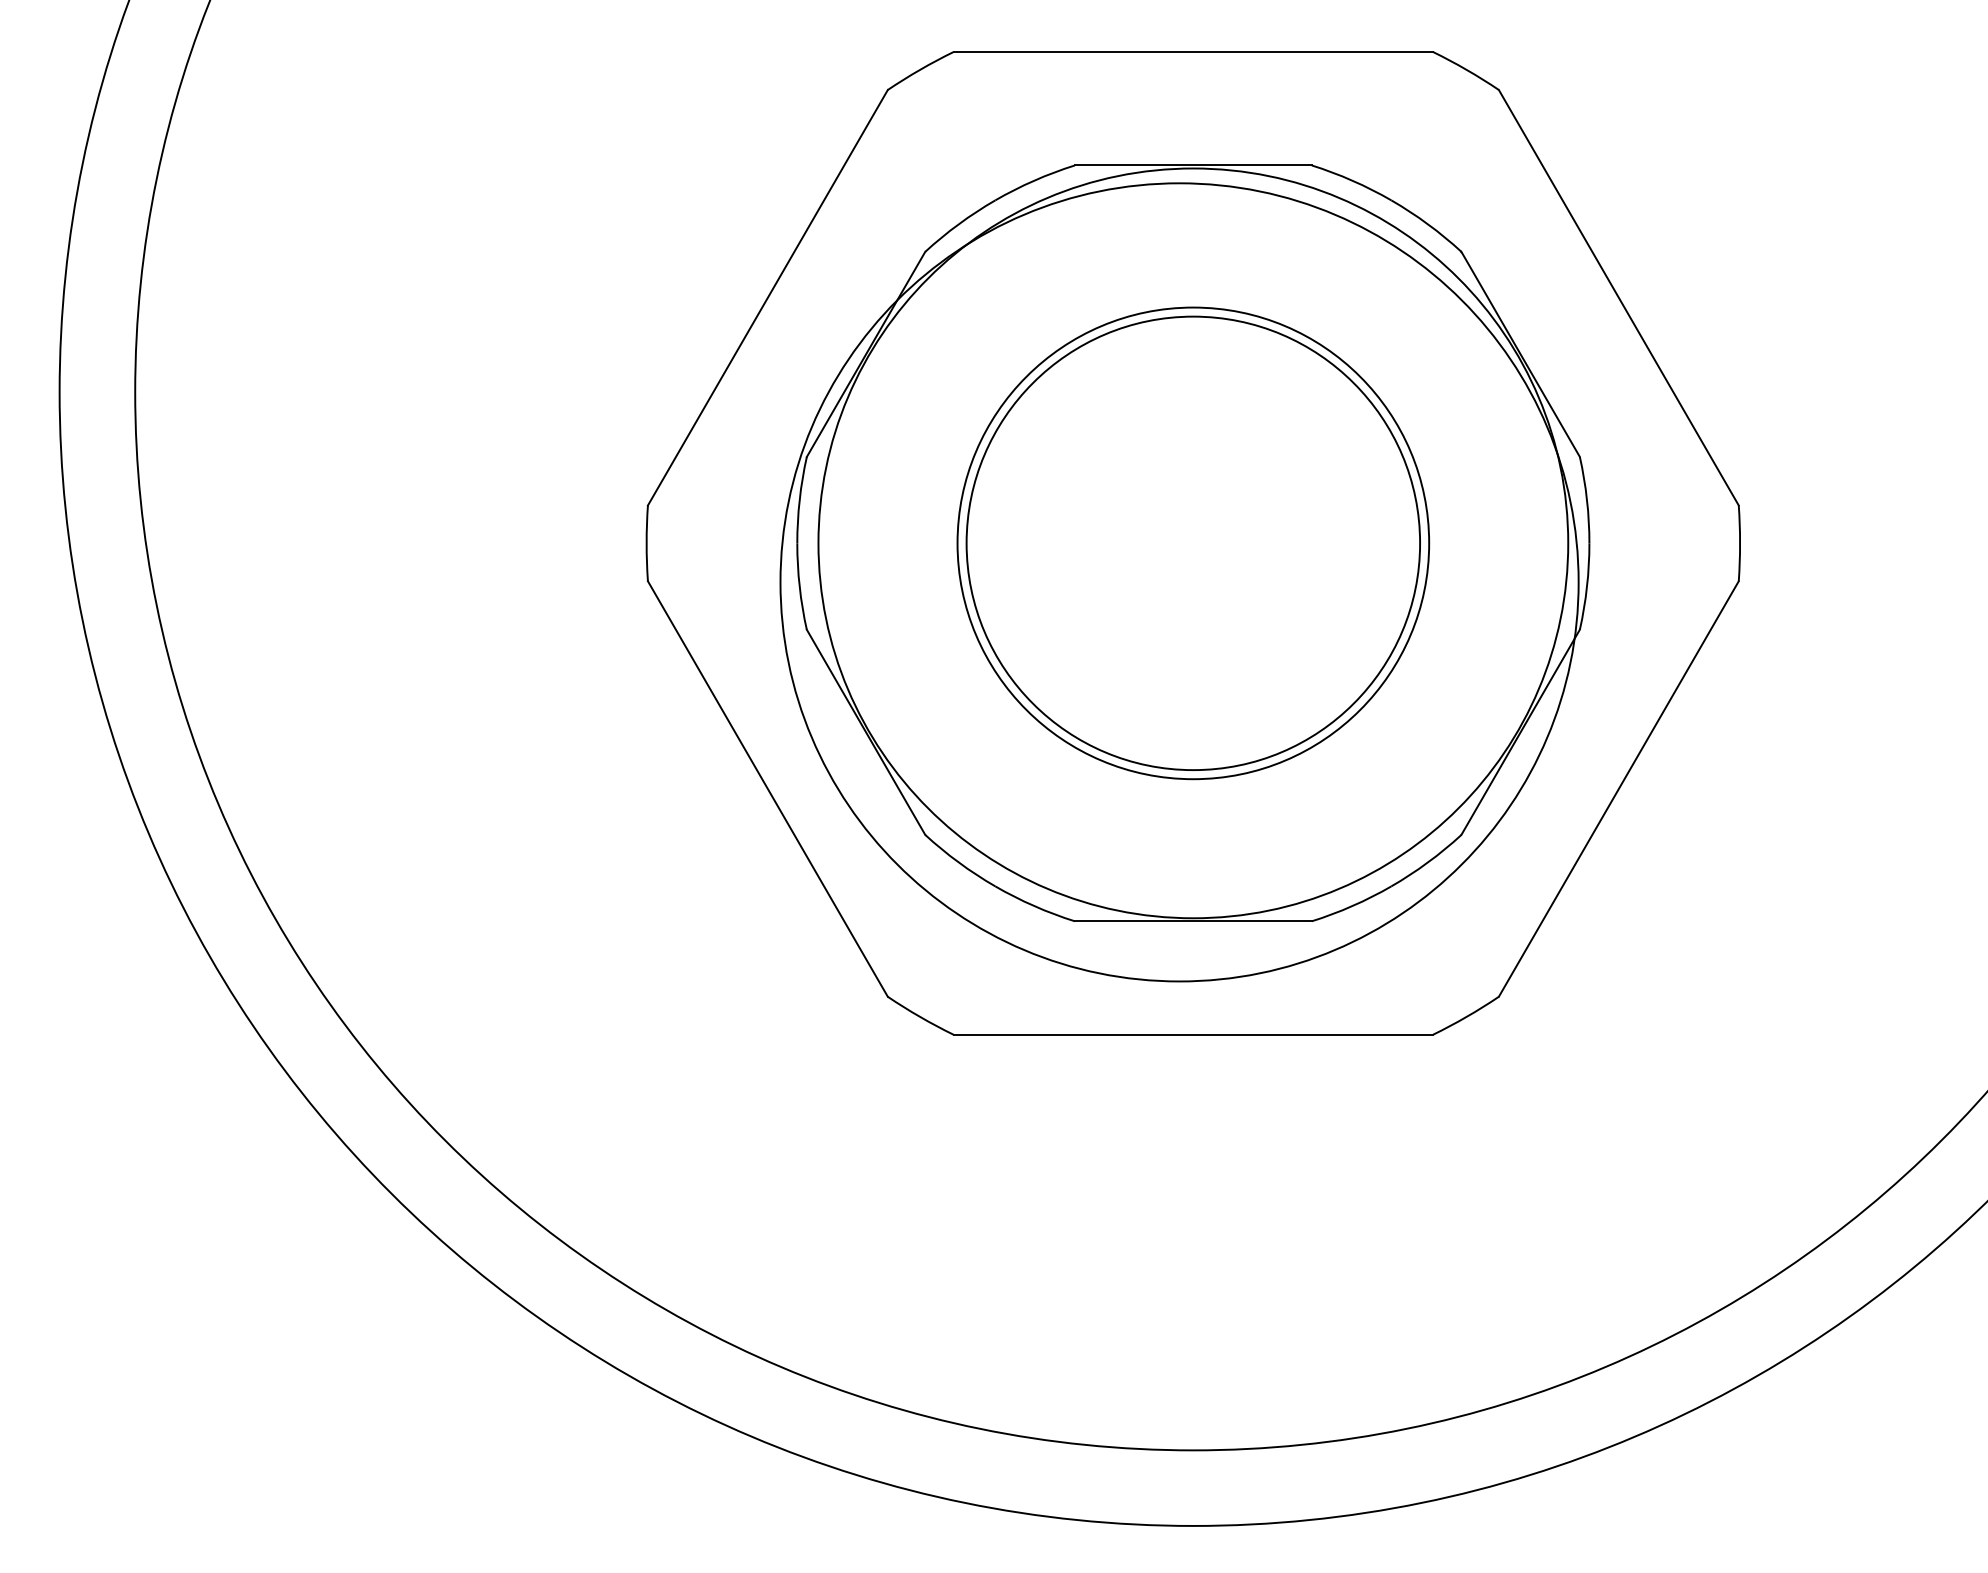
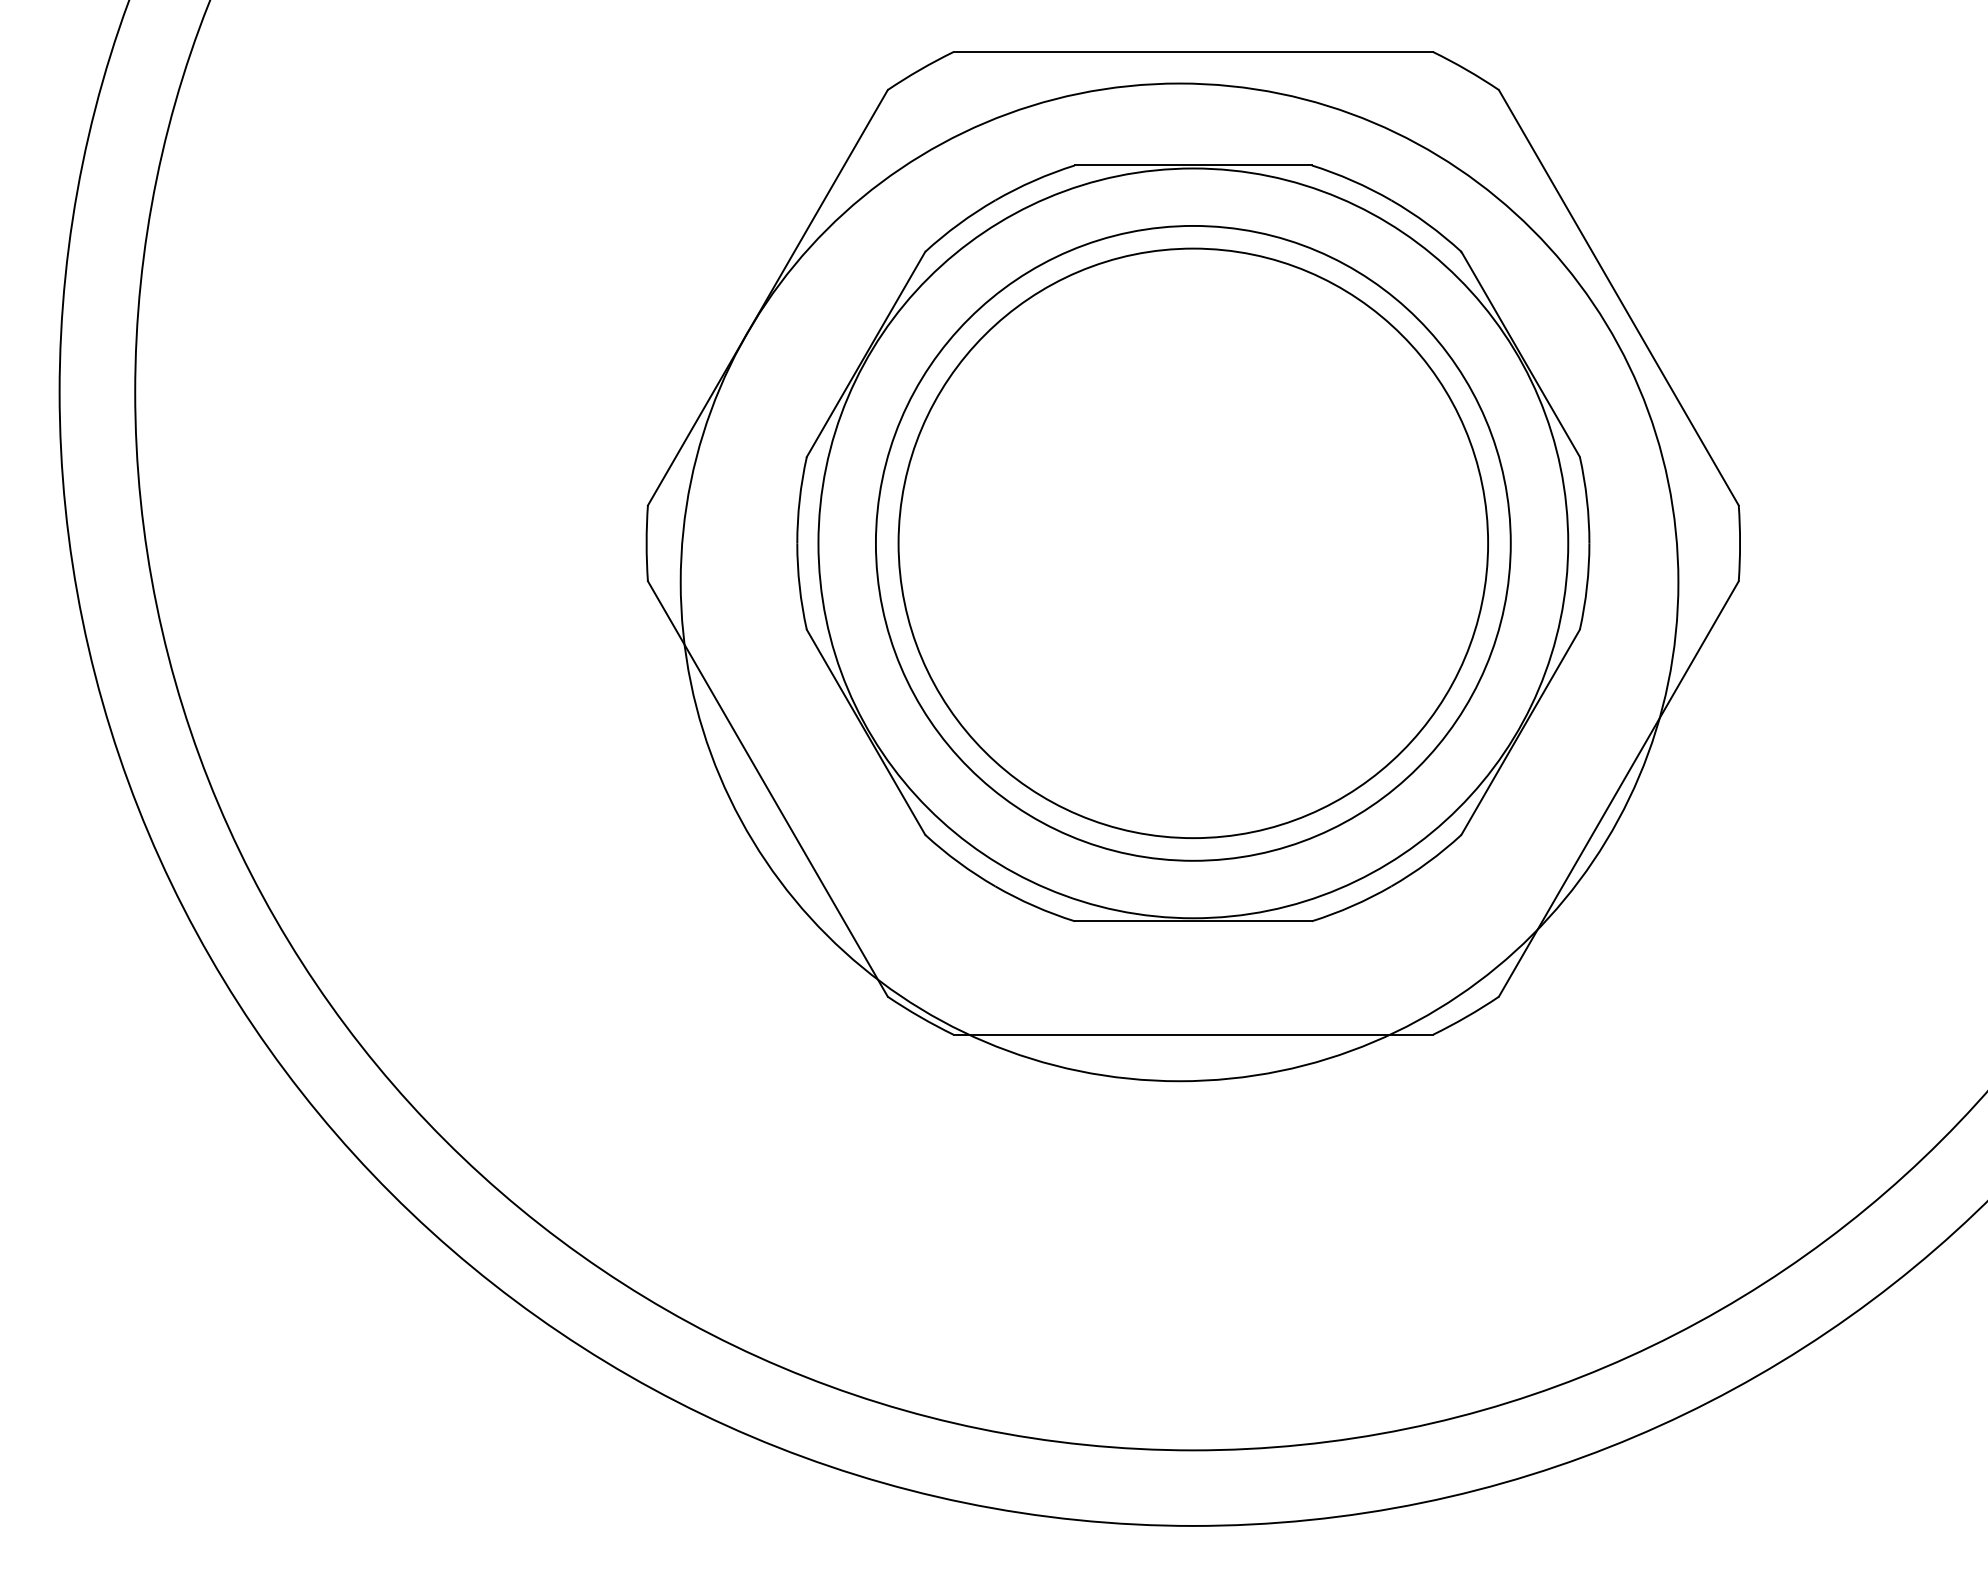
circle at (1193, 543) diameter: 453 px -> 635 px
circle at (1193, 543) diameter: 472 px -> 590 px
circle at (1179, 582) diameter: 798 px -> 998 px
